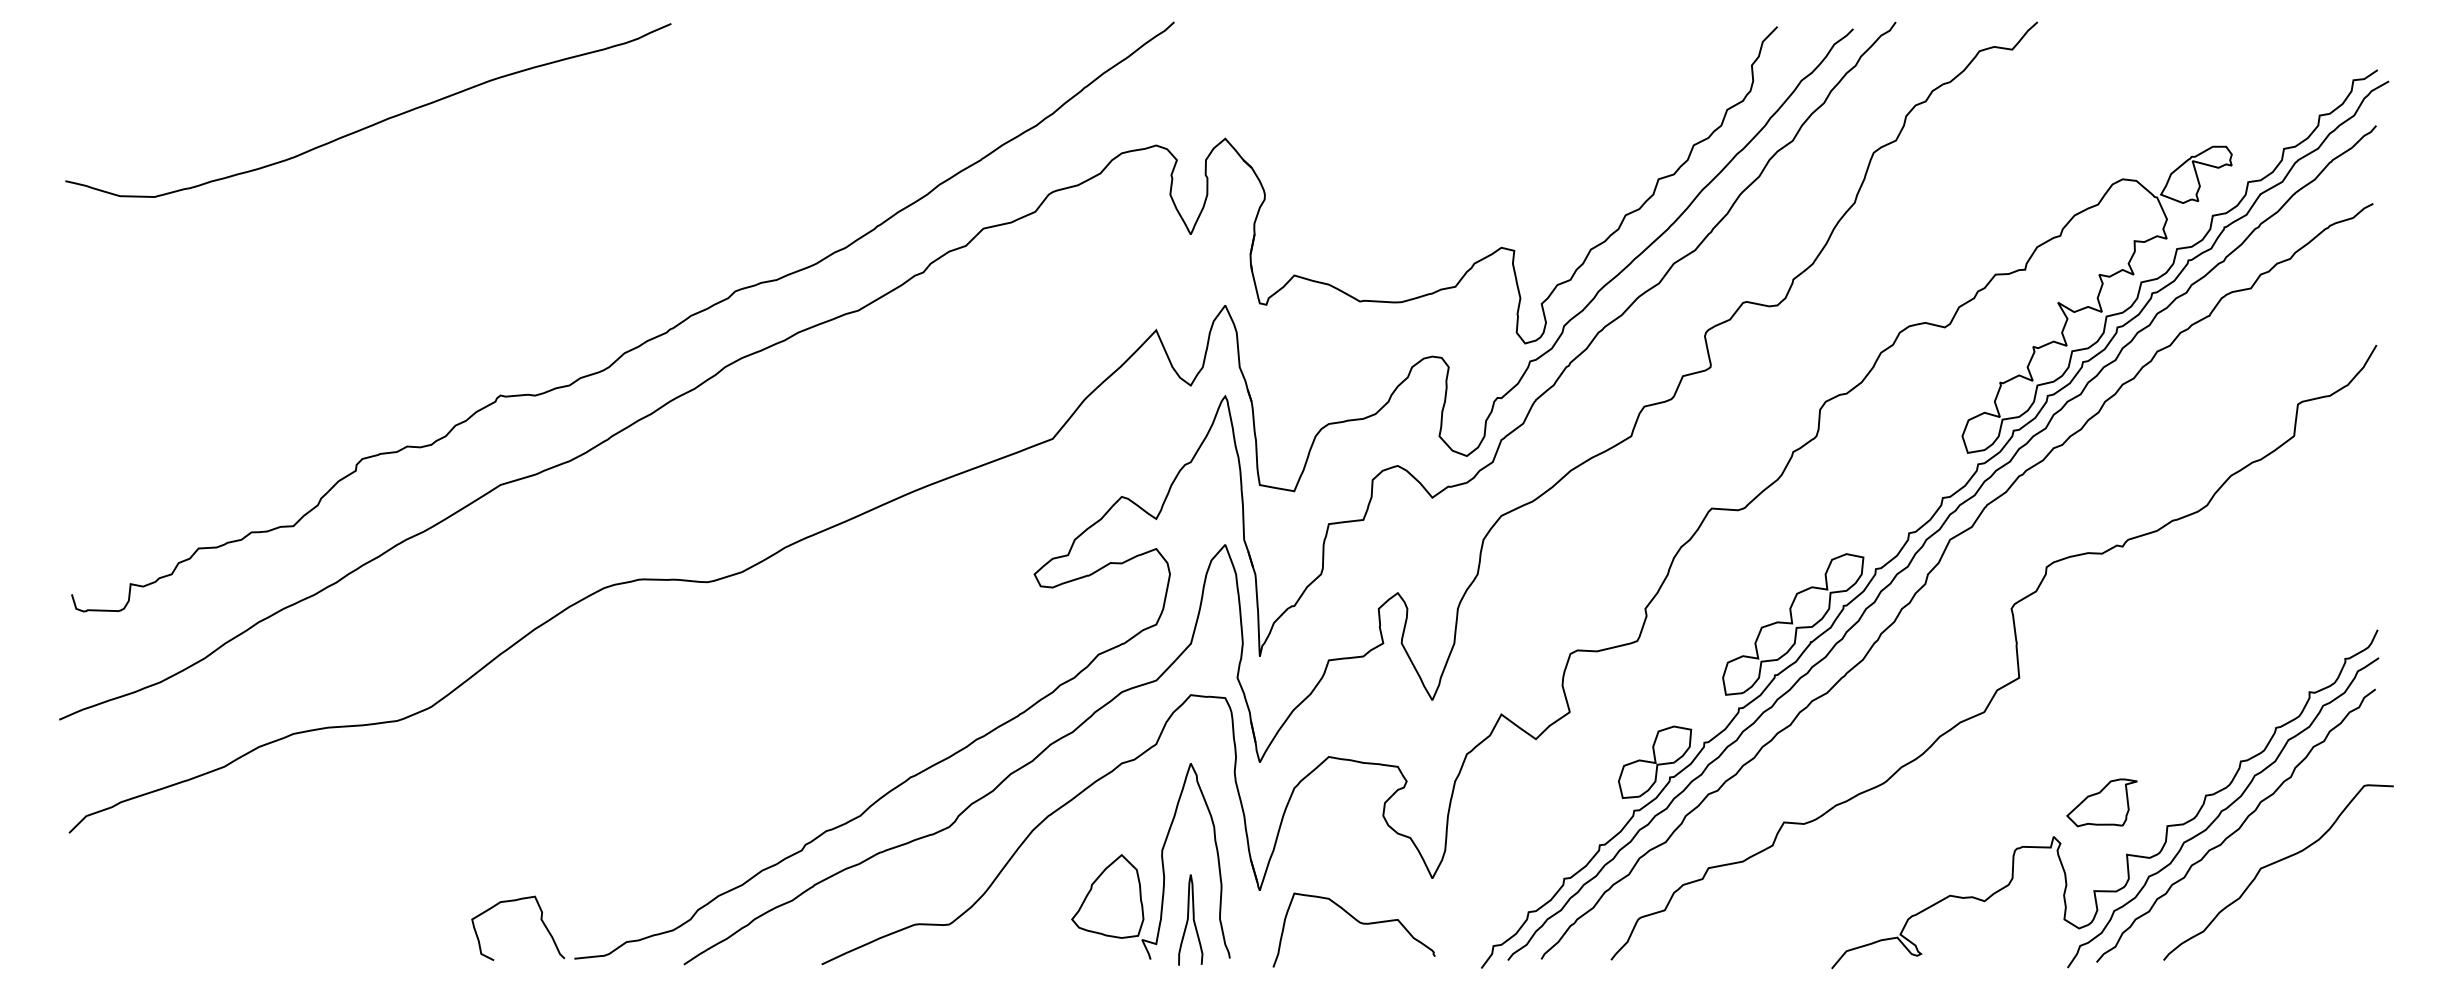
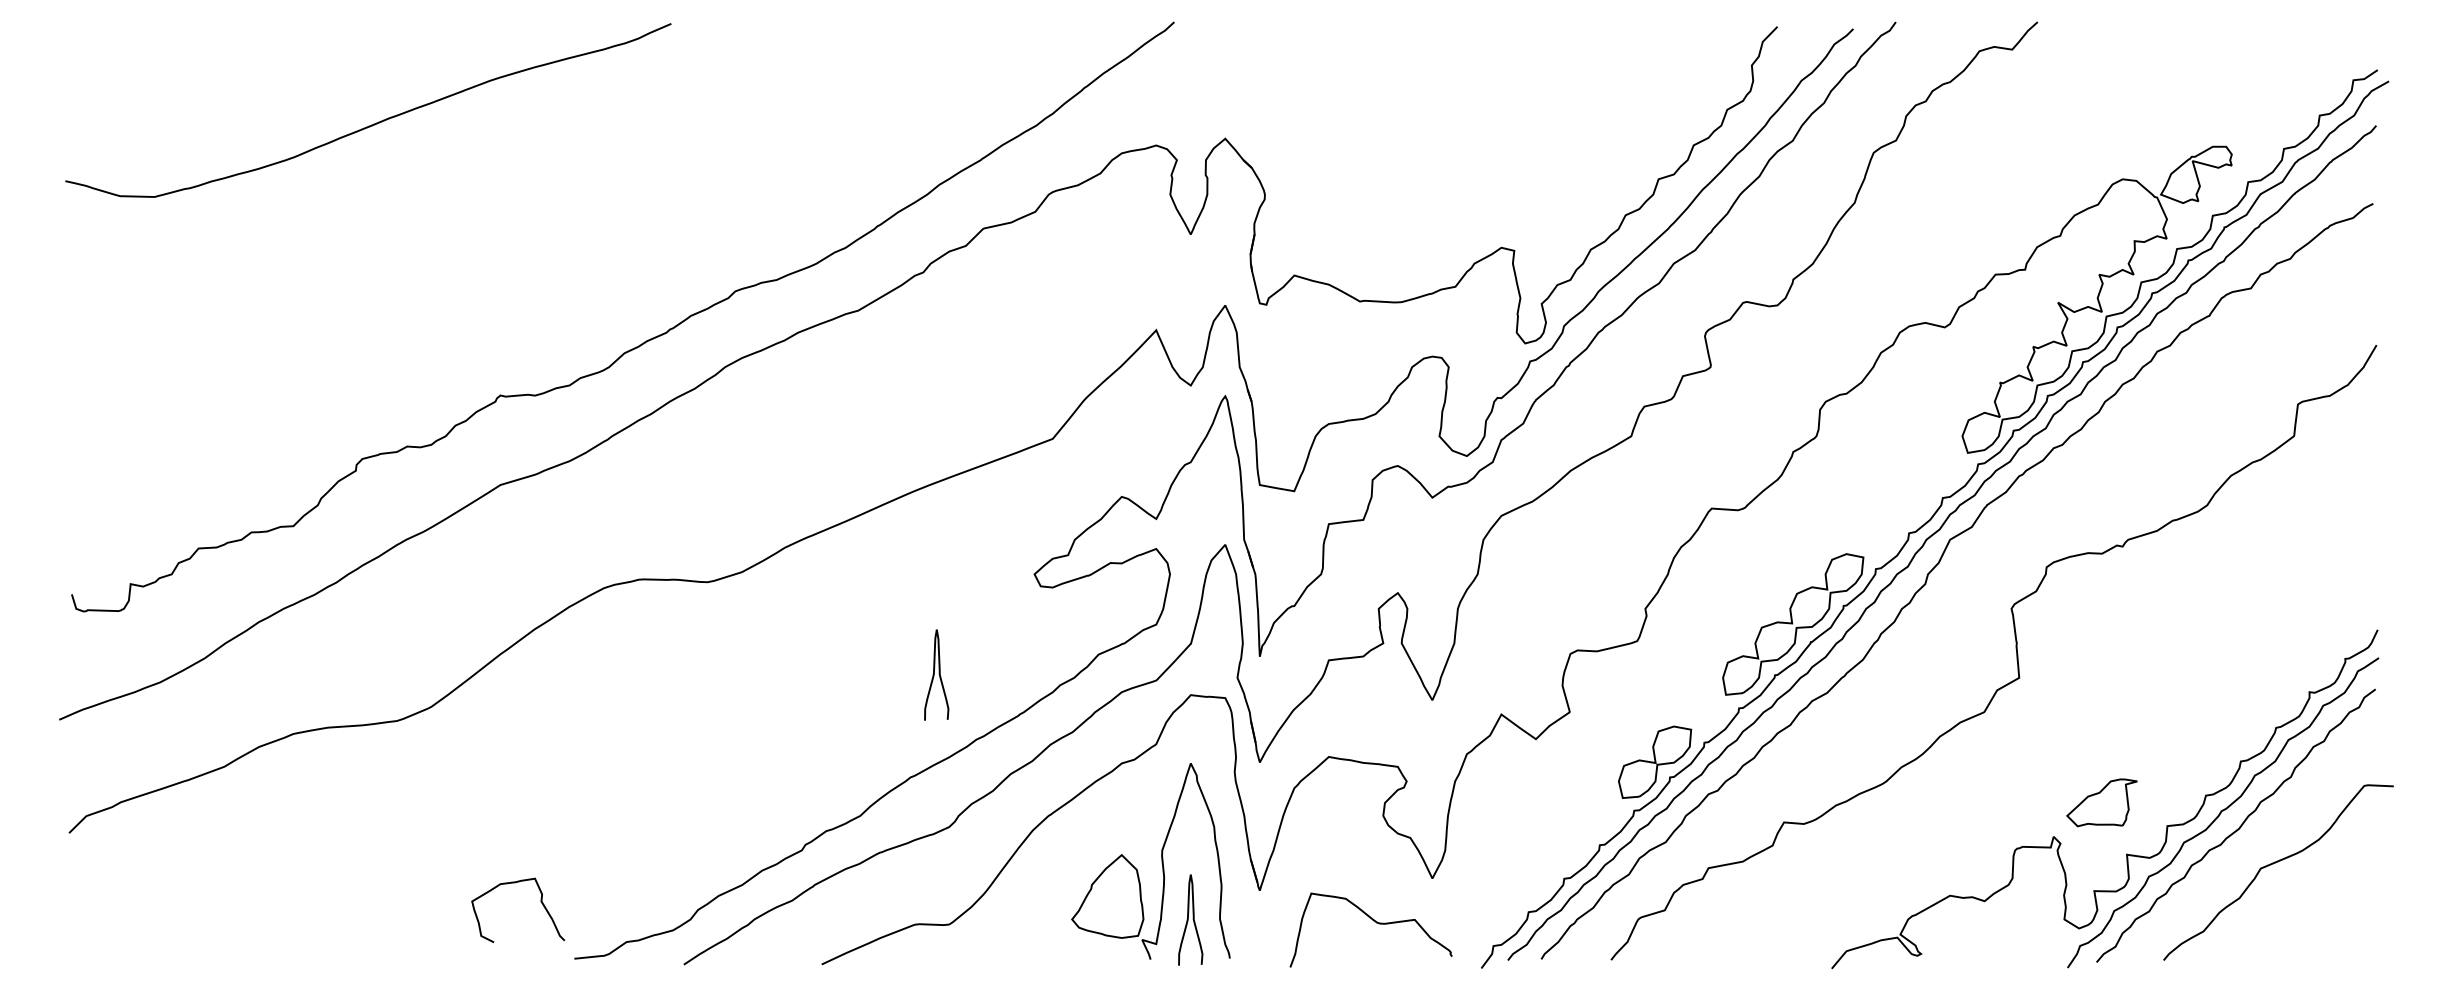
curve at (934, 674): none -> present
curve at (540, 919) position: (540, 919) -> (540, 901)
curve at (1359, 923) position: (1359, 923) -> (1376, 923)
